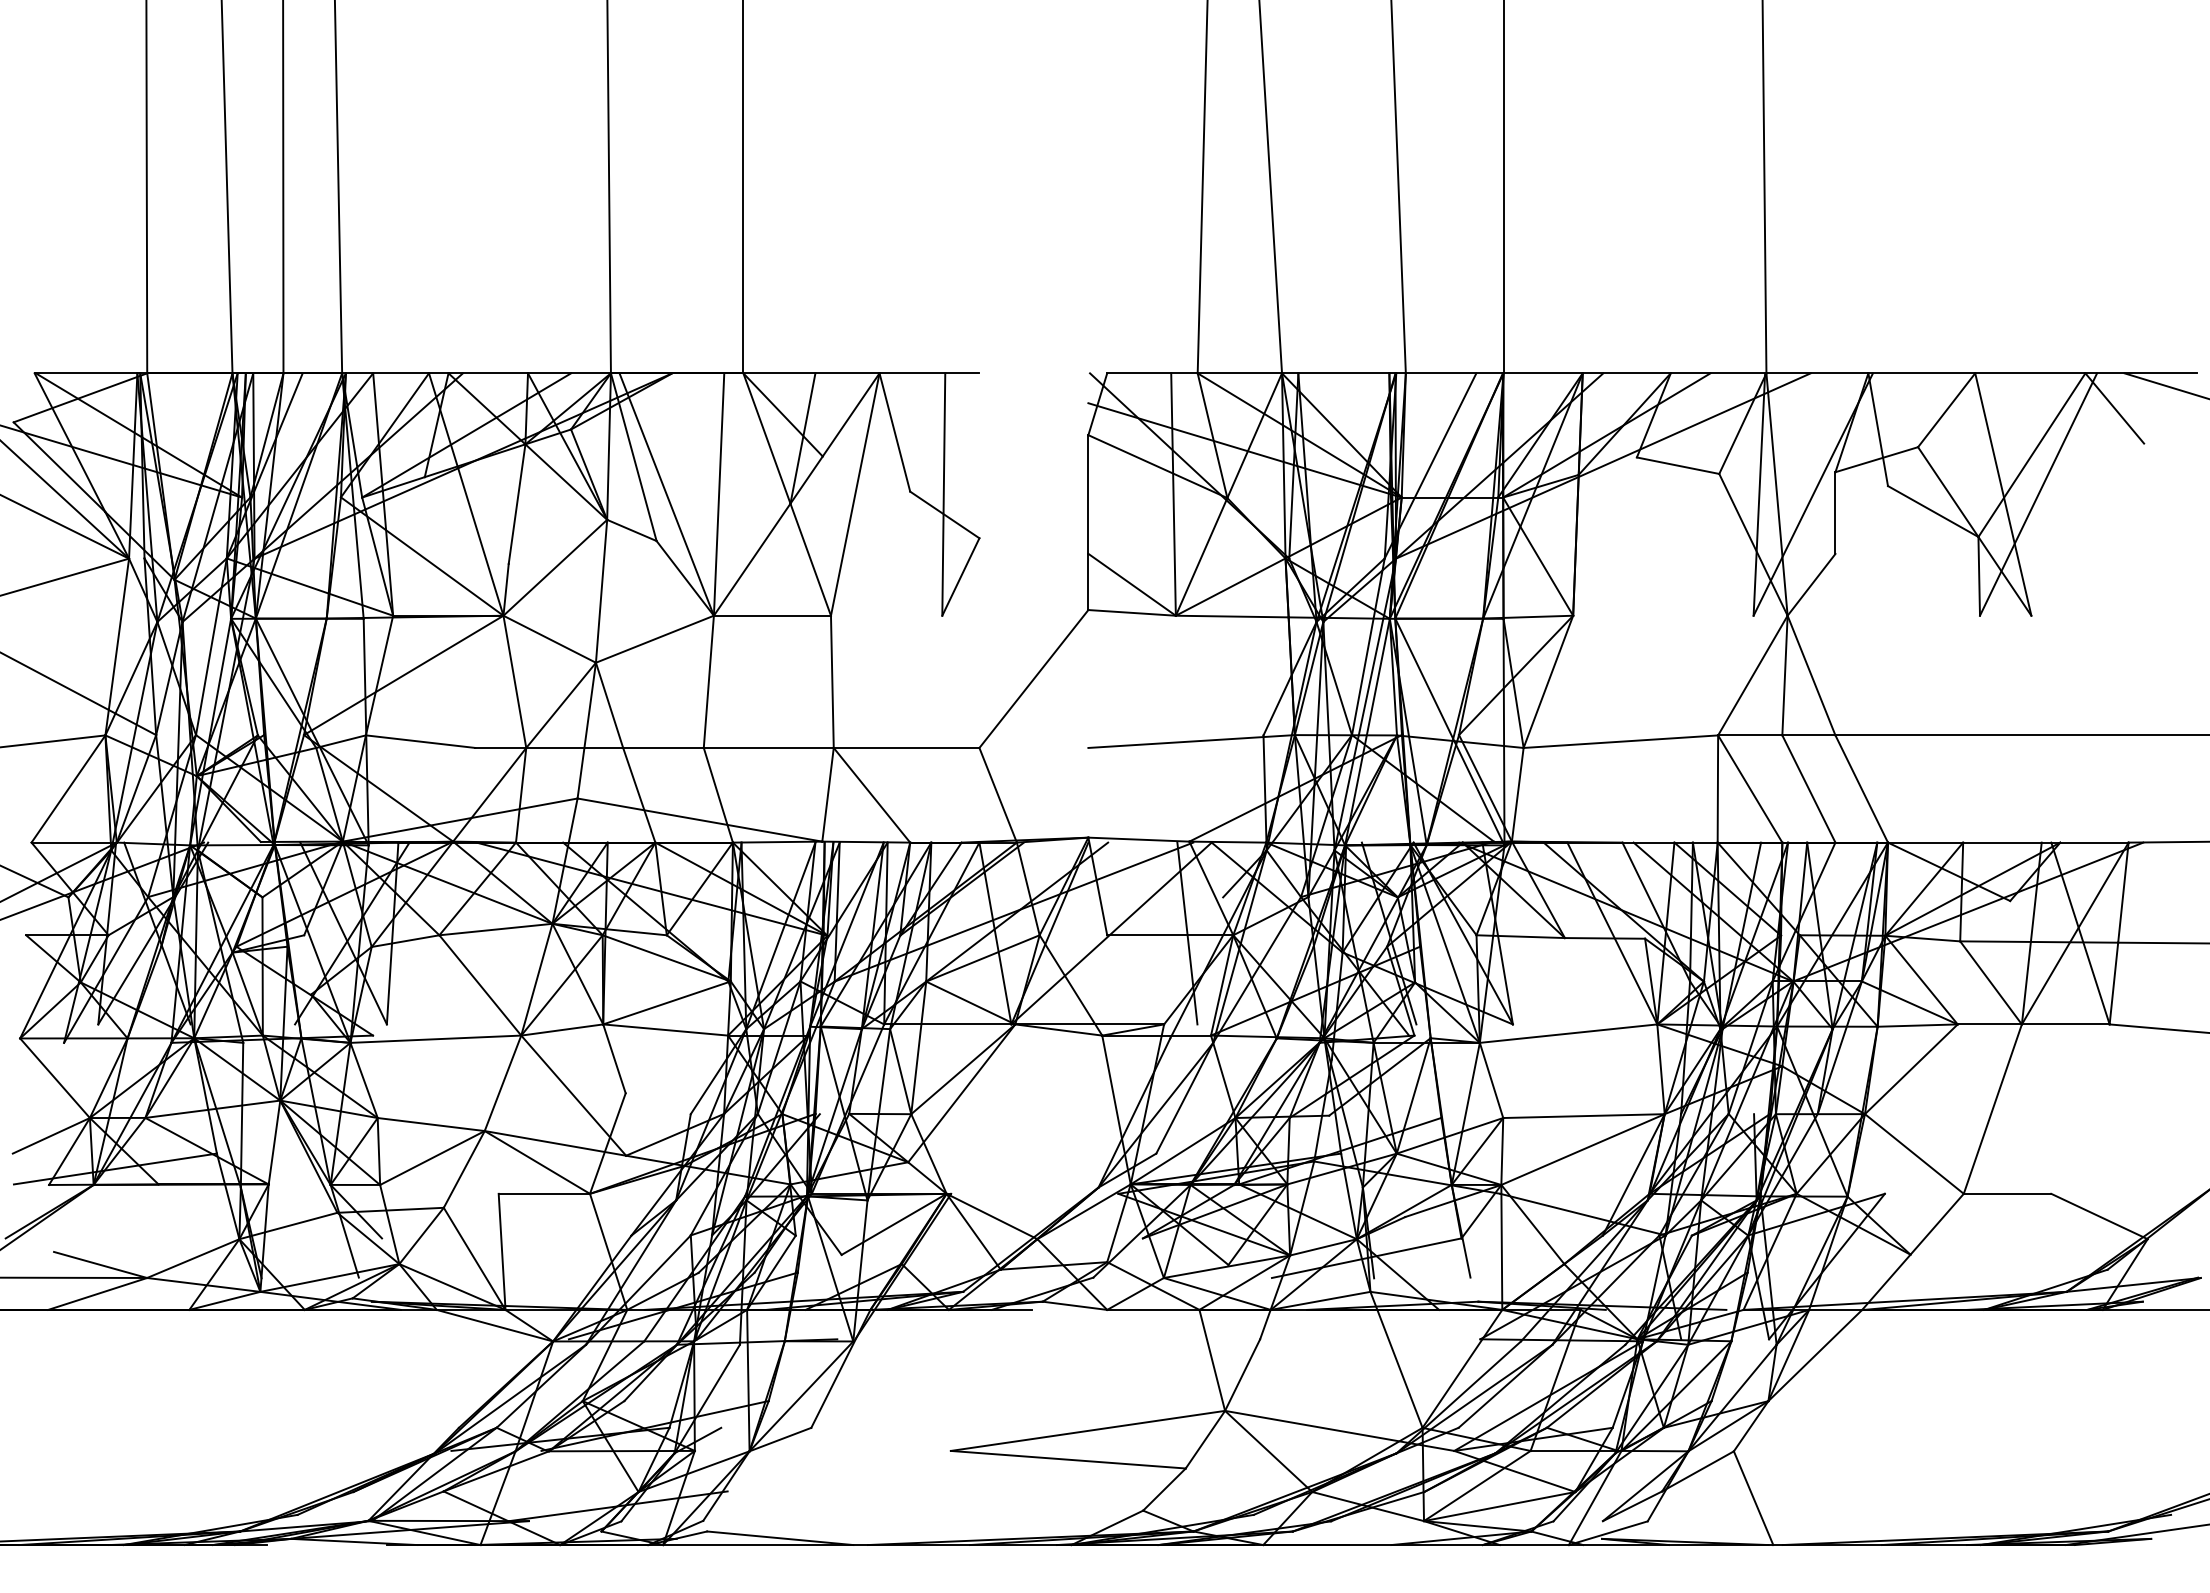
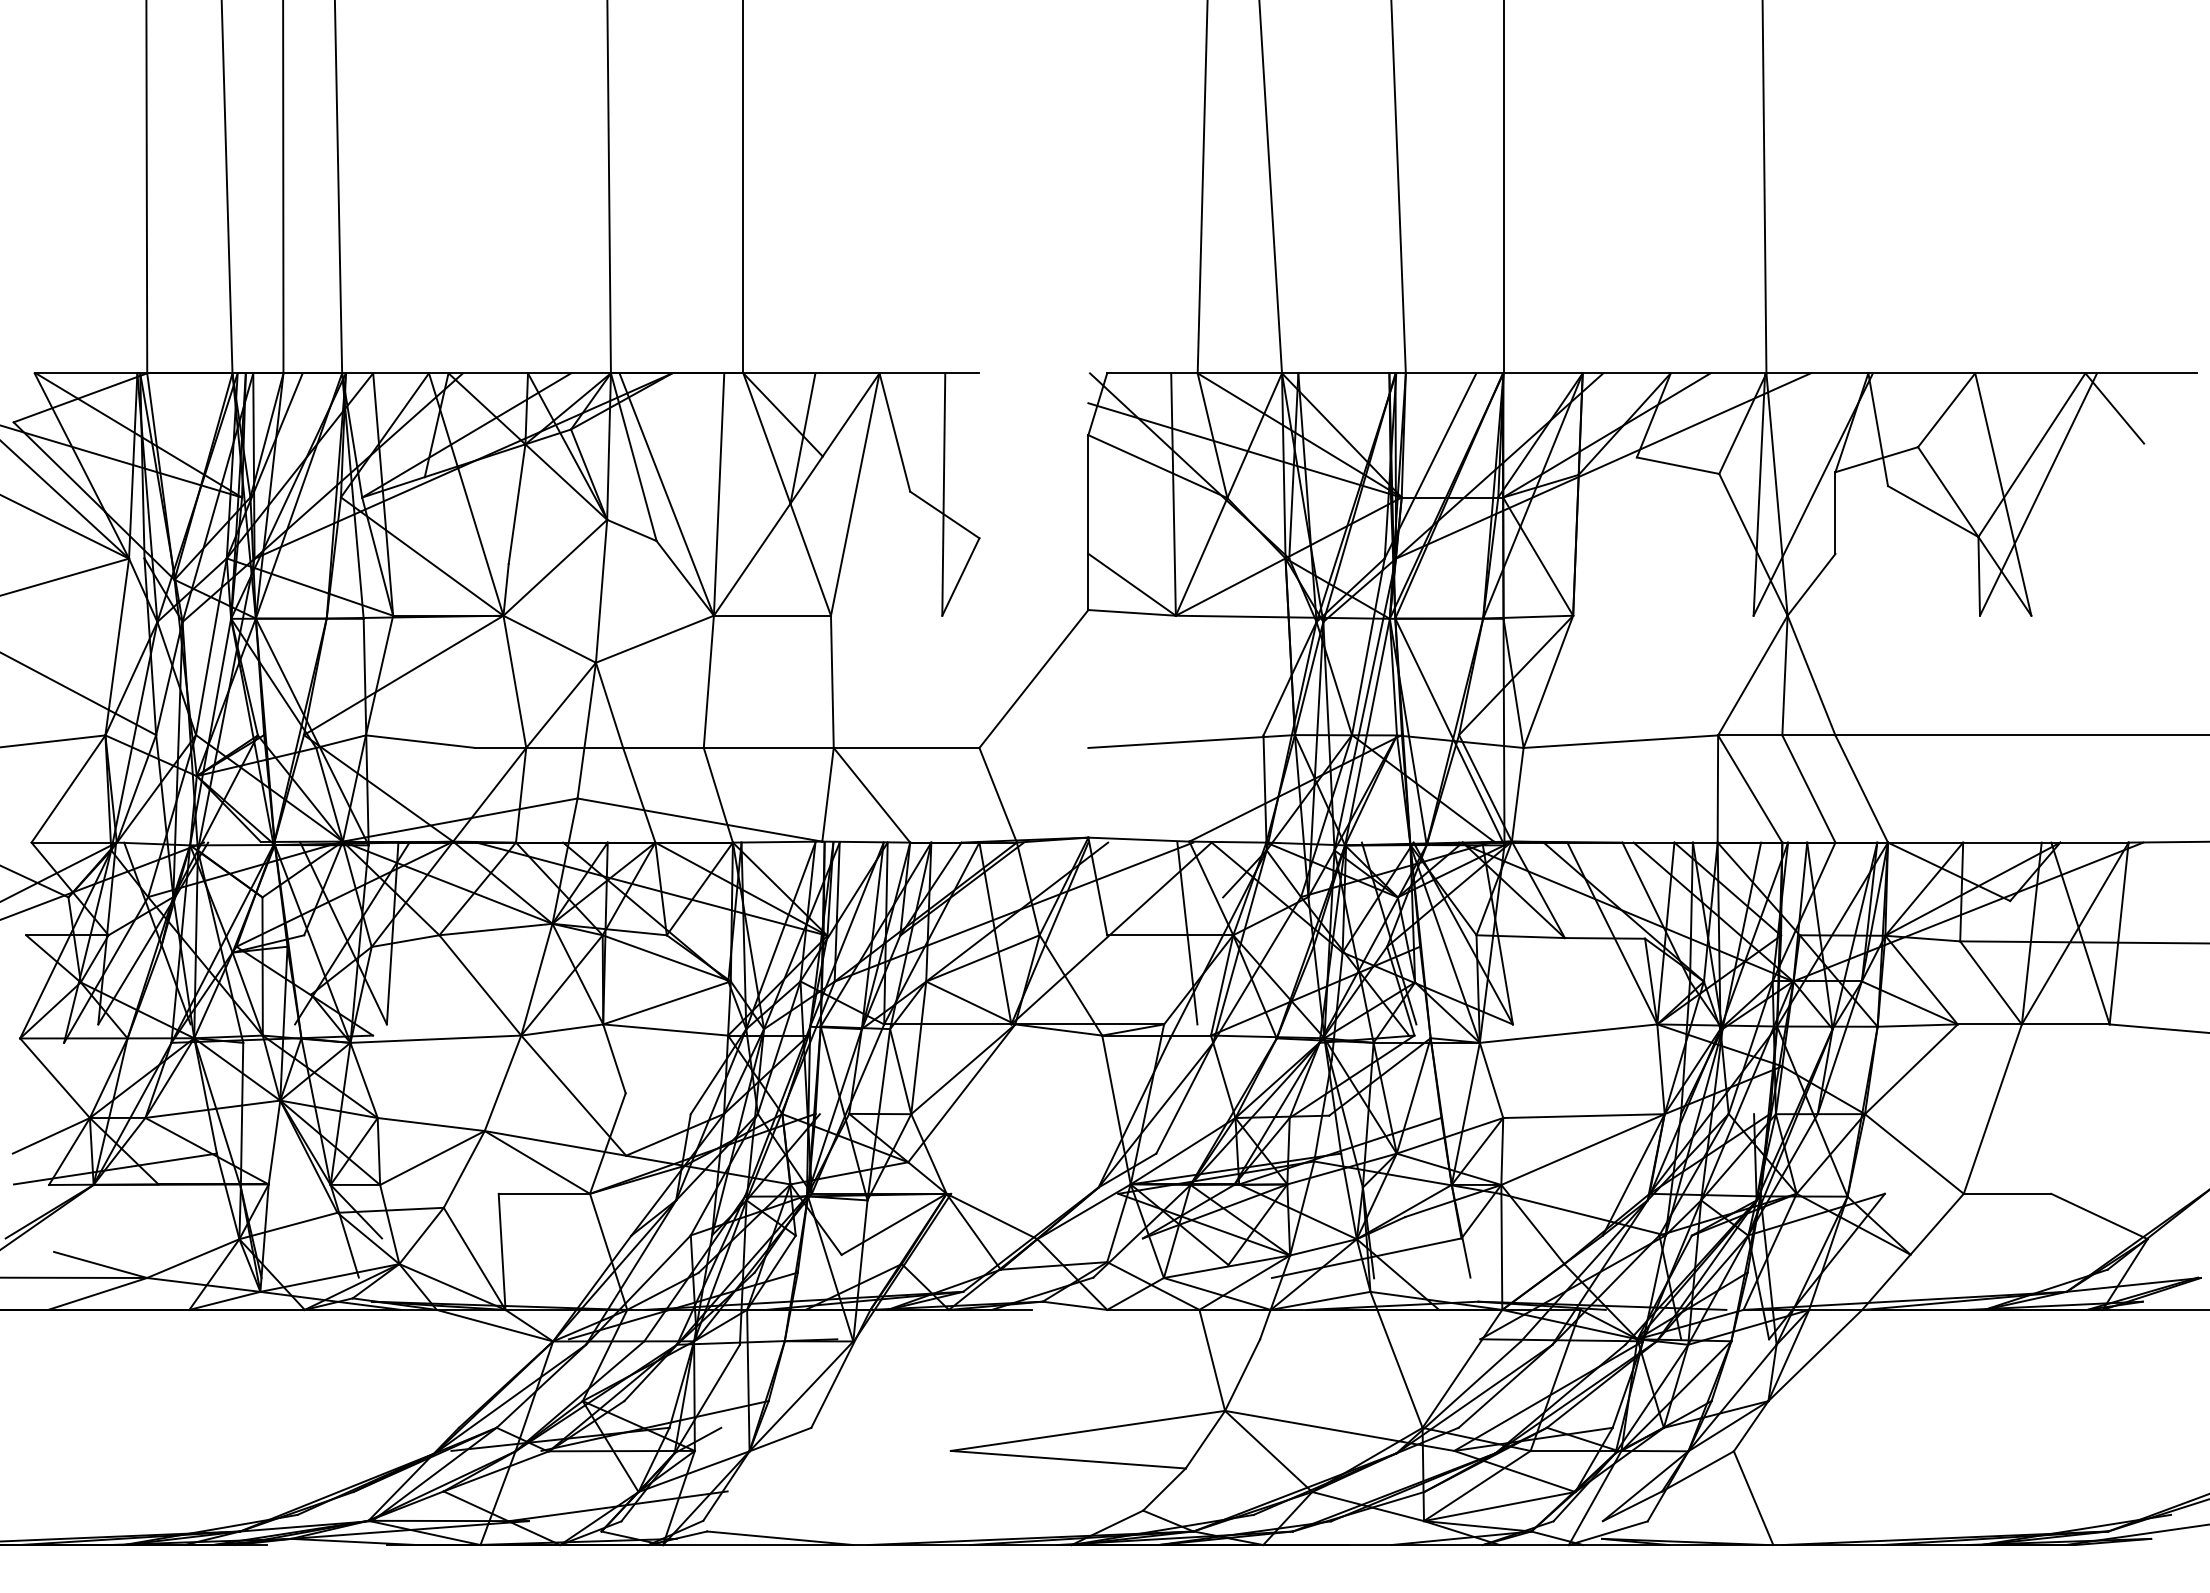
line at (2165, 385): present -> none
